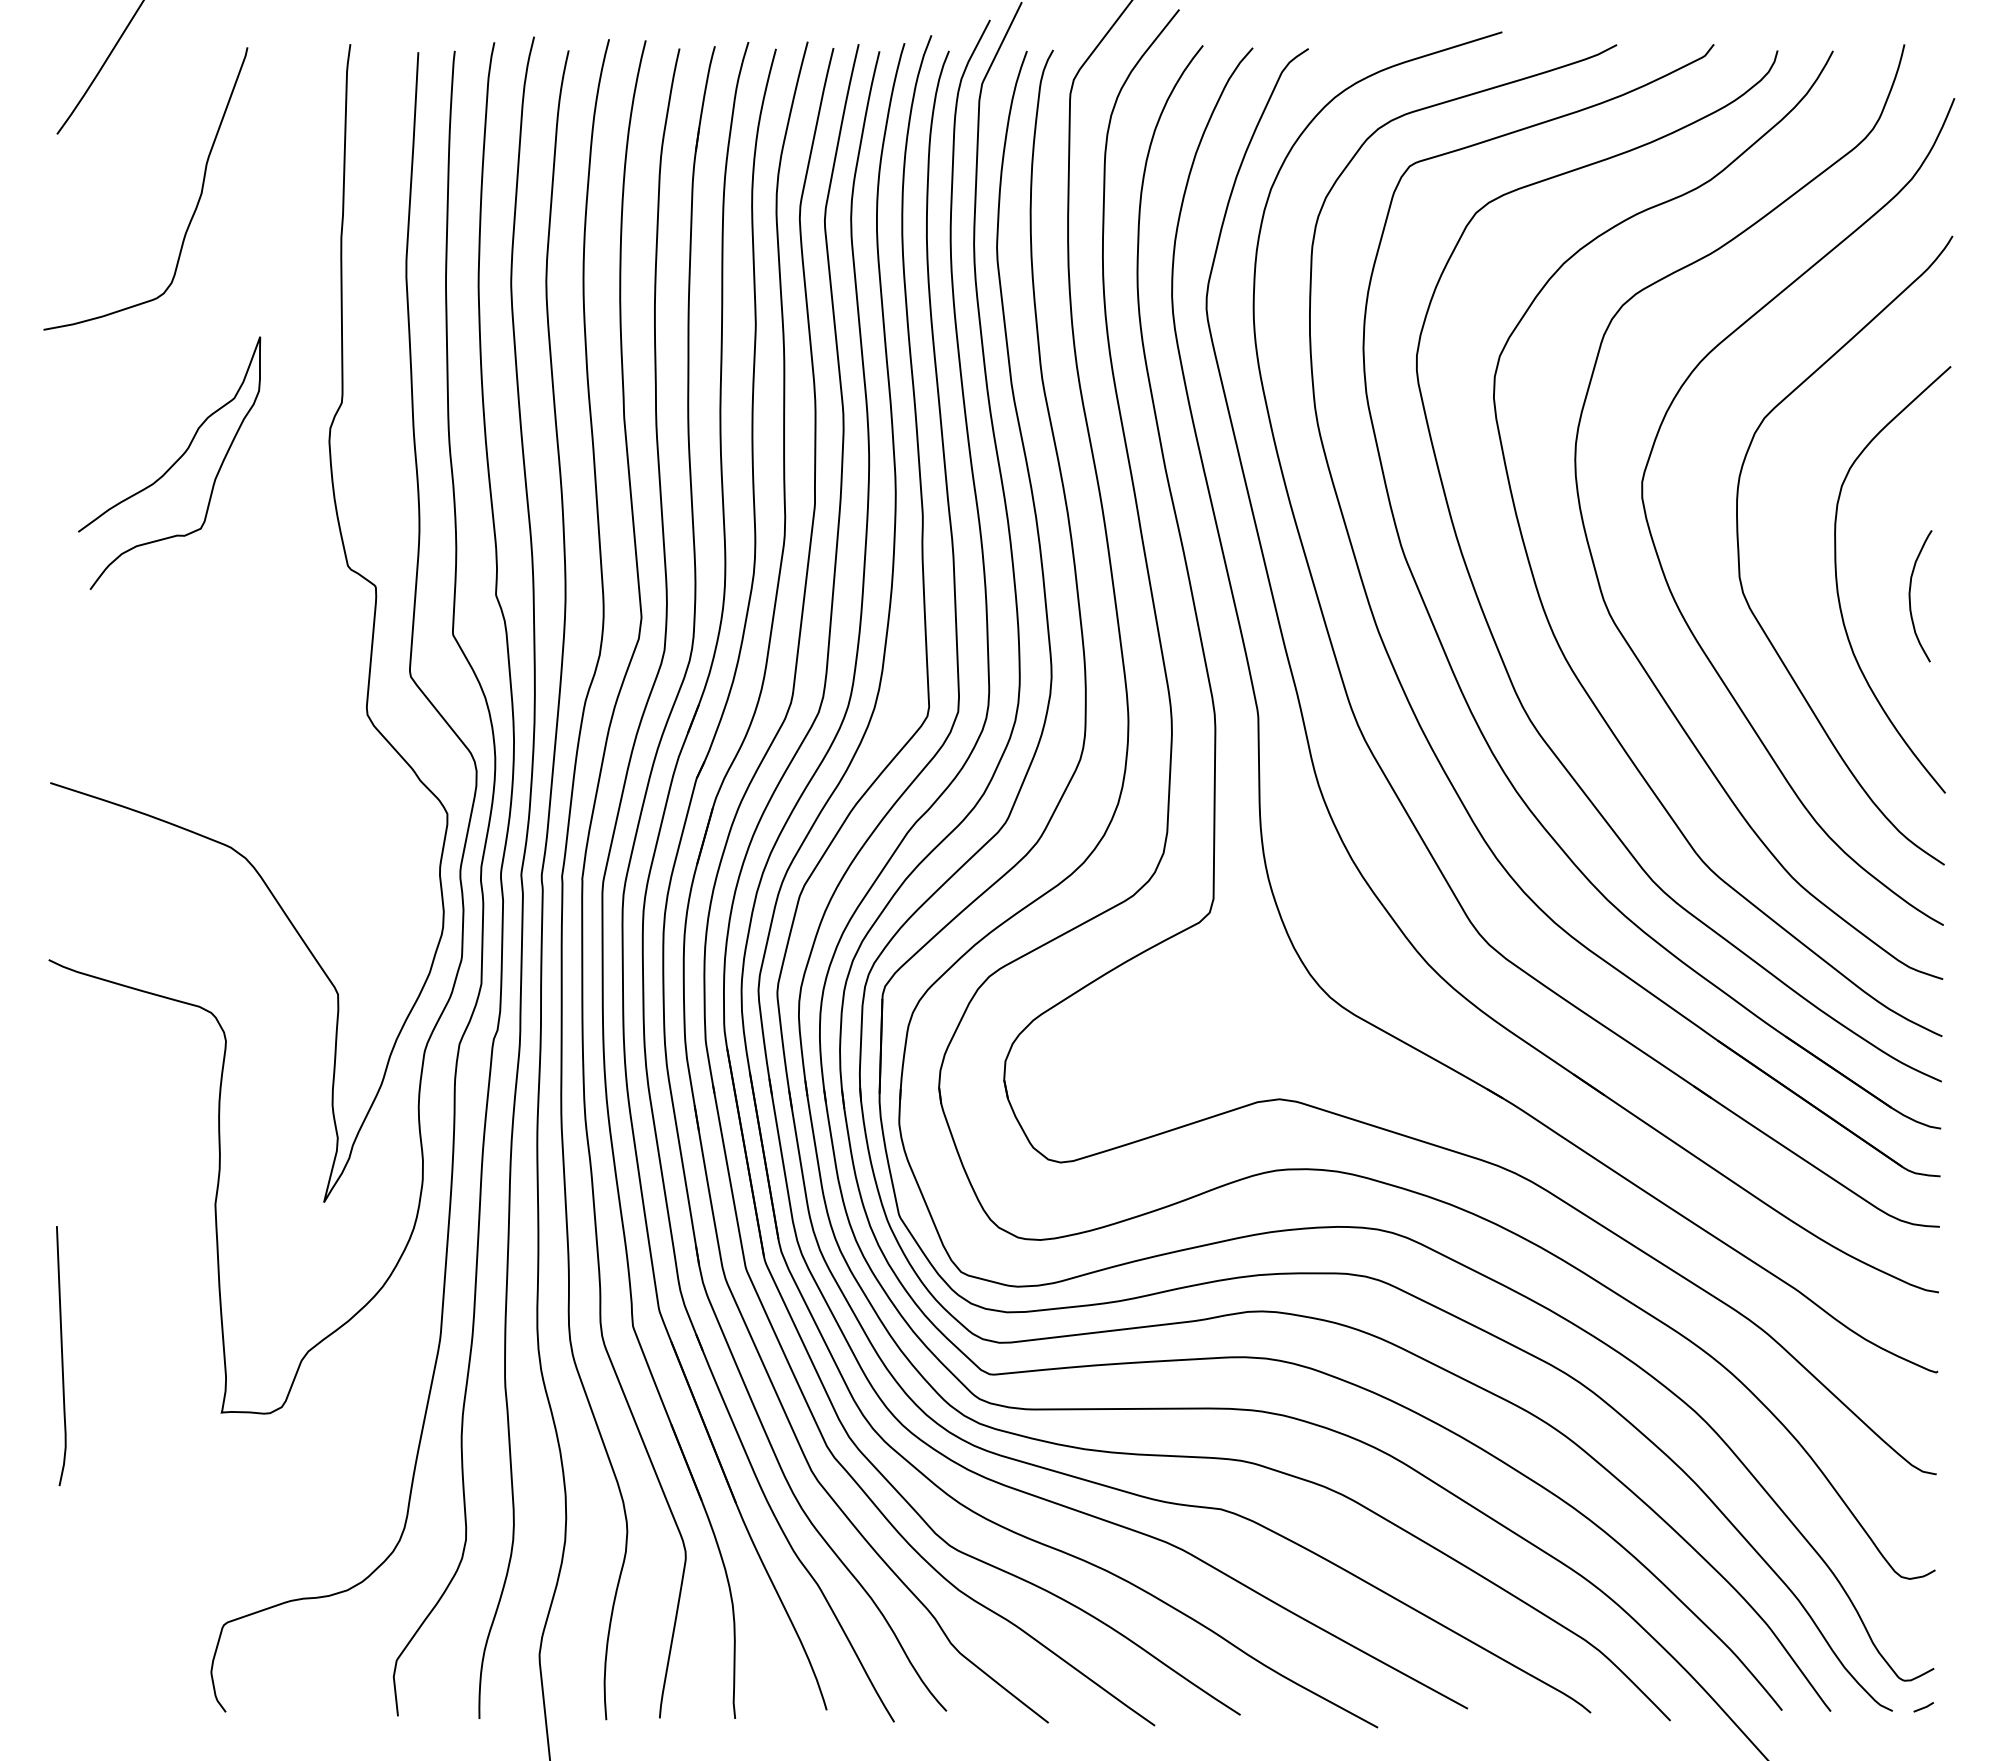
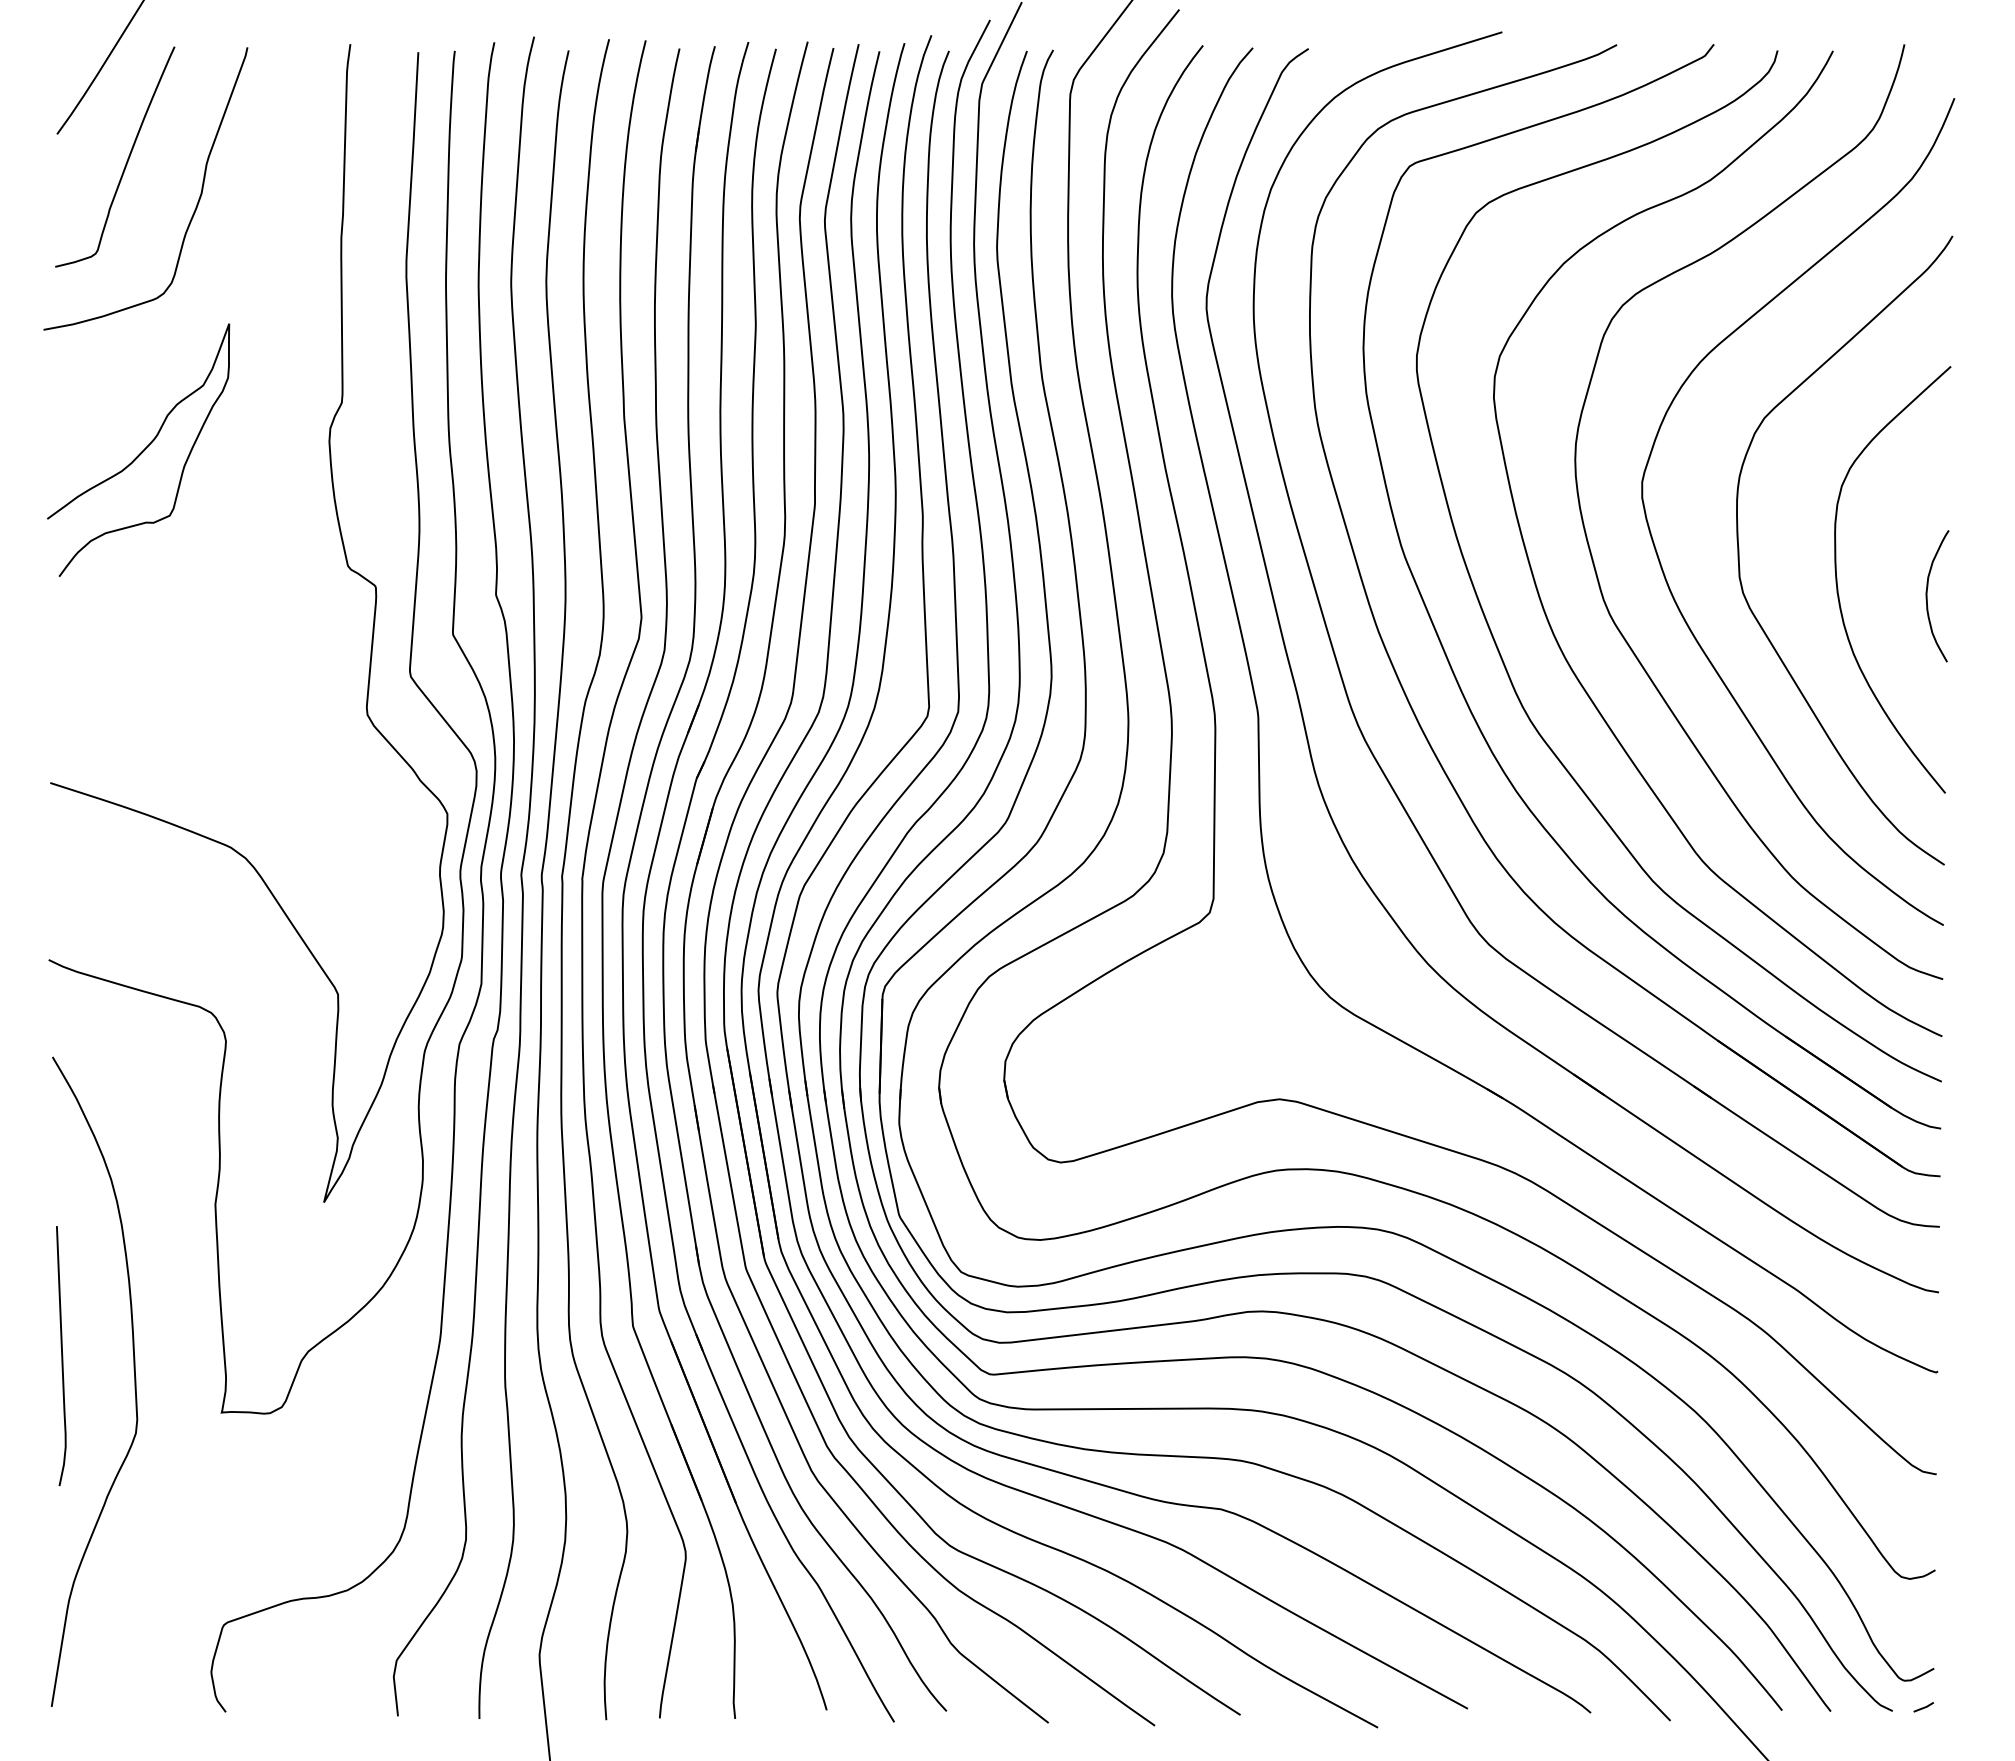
curve at (126, 161): none -> present
curve at (172, 464) position: (172, 464) -> (141, 451)
curve at (1910, 596) position: (1910, 596) -> (1927, 596)
curve at (134, 1381): none -> present
